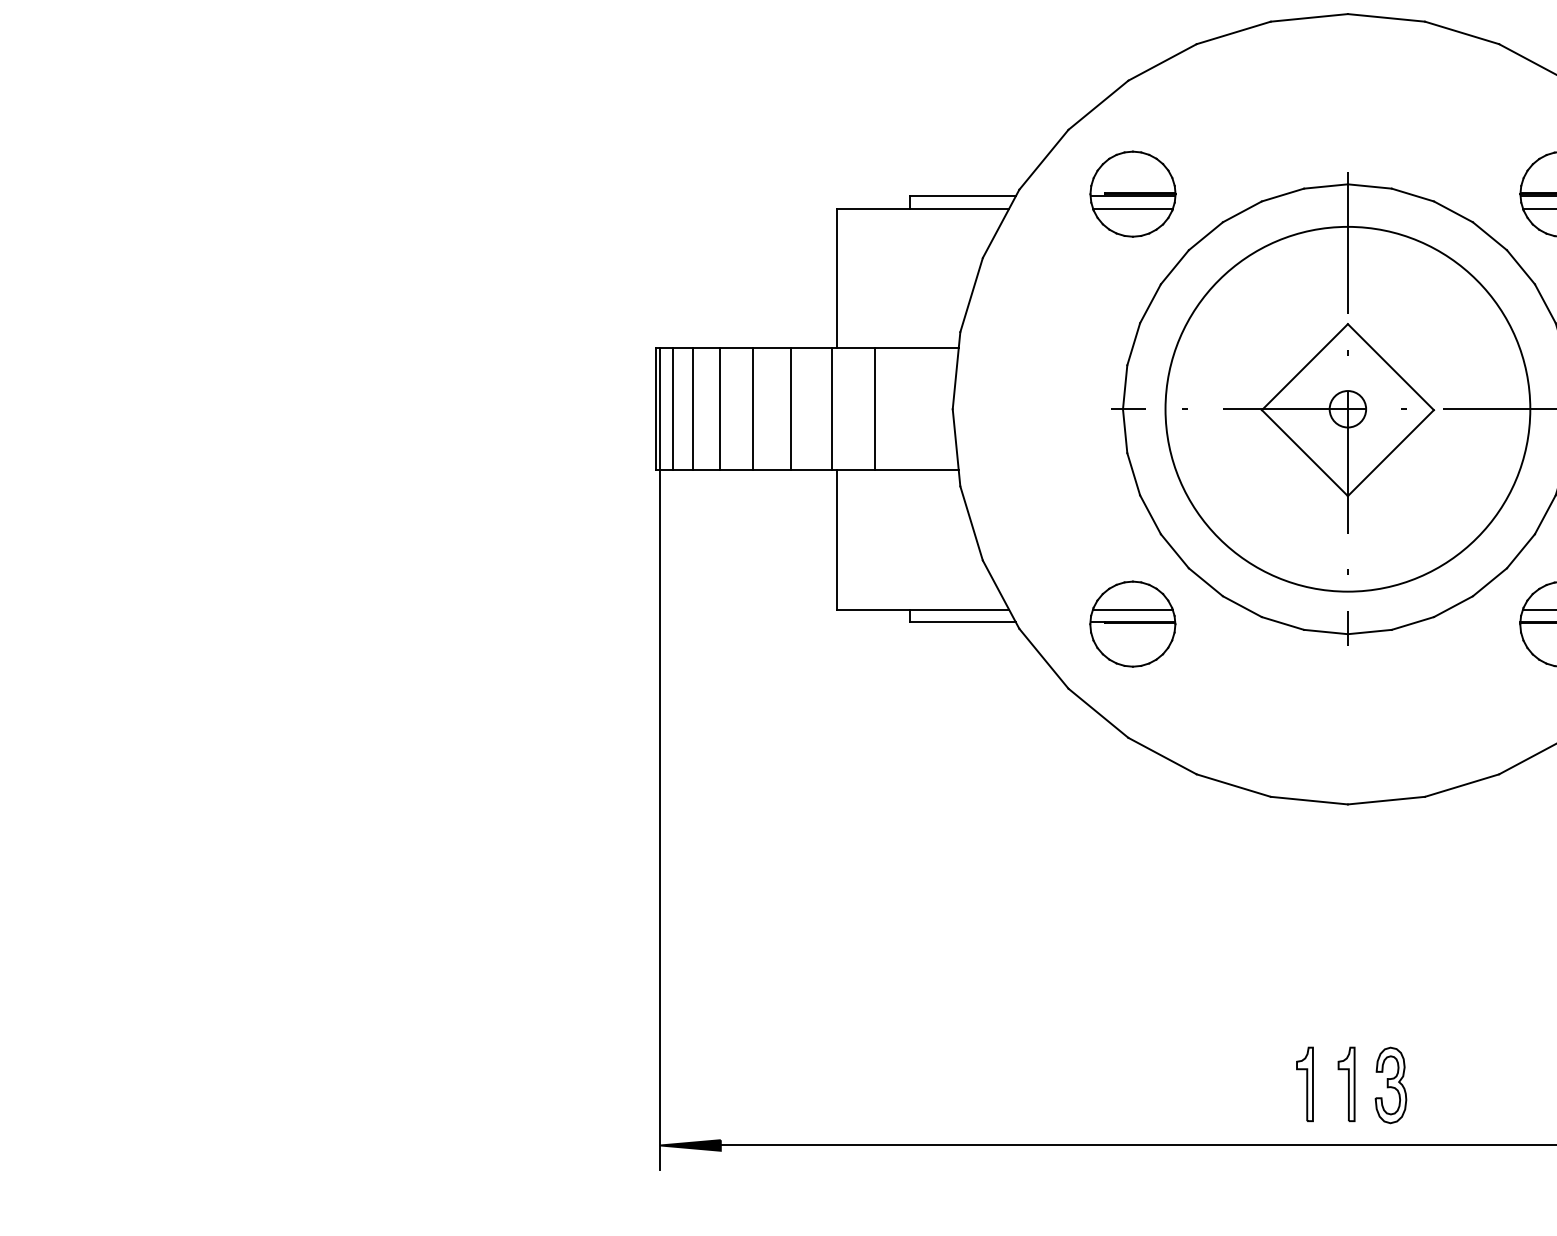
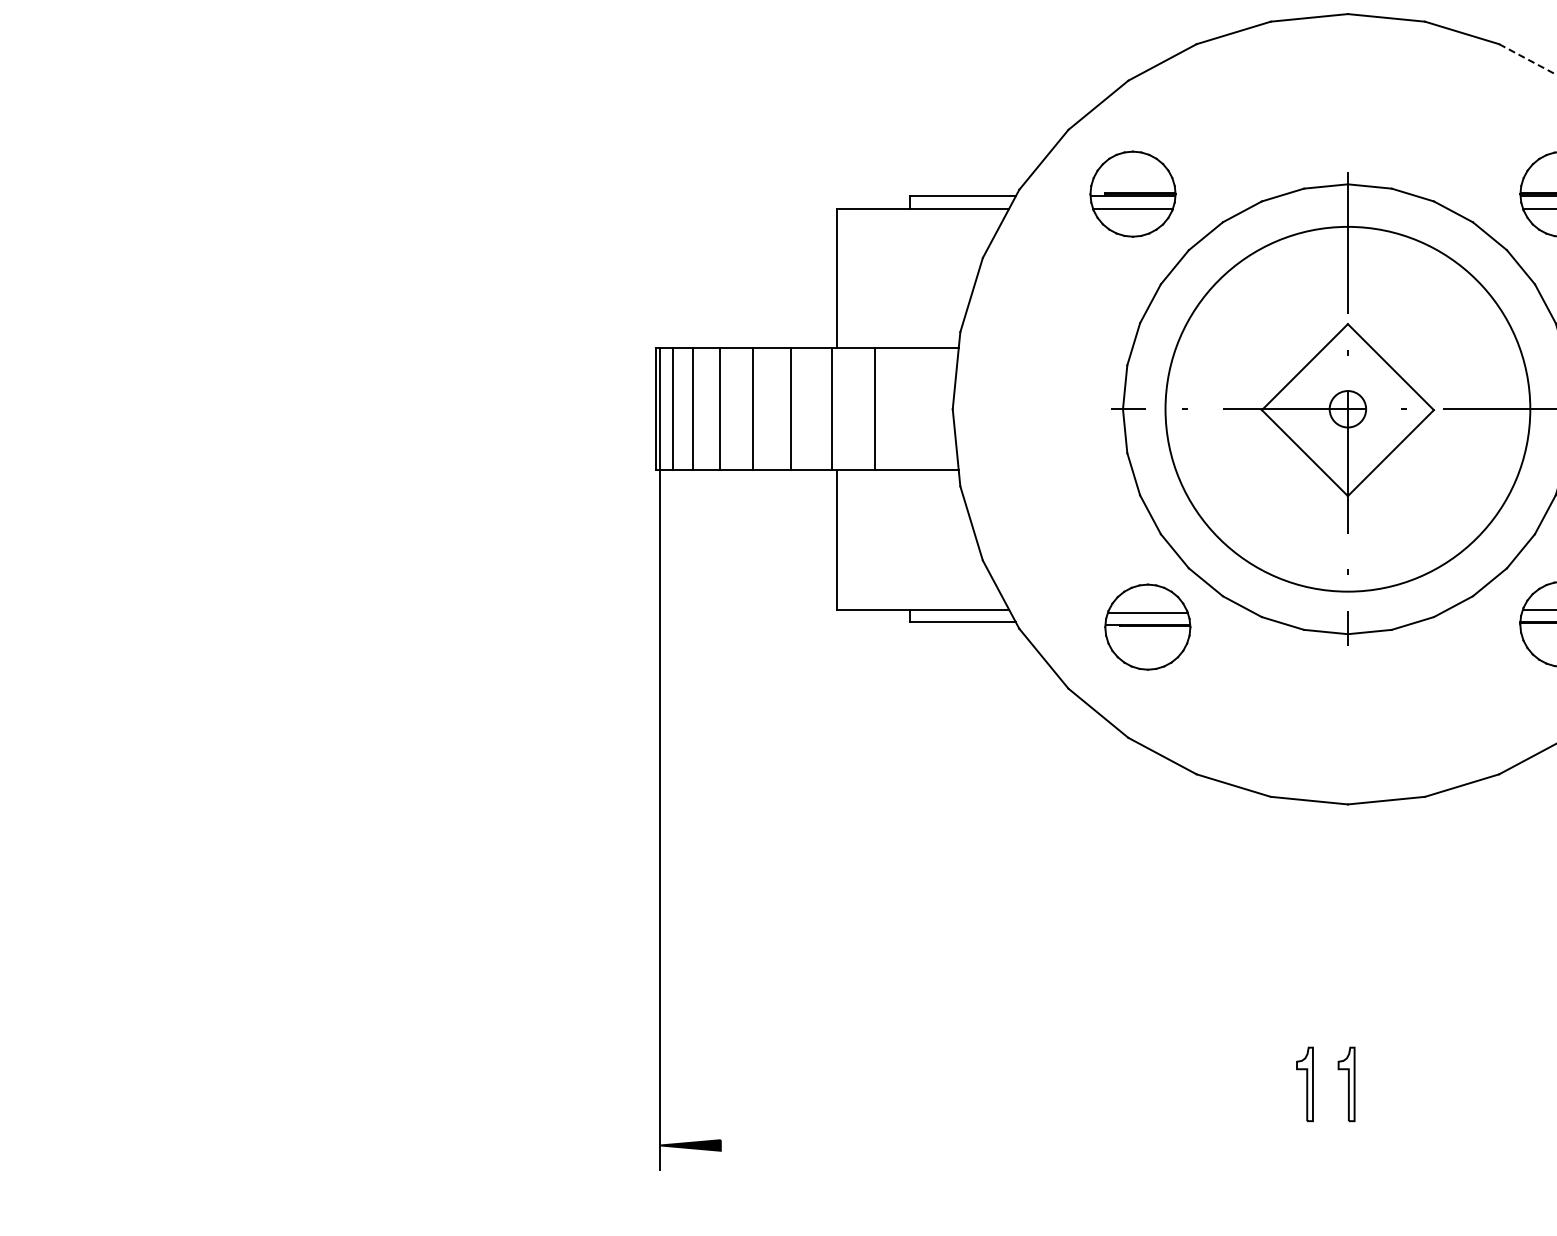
line at (1528, 59): solid -> dashed
part at (1132, 623) position: (1132, 623) -> (1147, 626)
part at (1390, 1085): present -> none
line at (1136, 1145): present -> none
